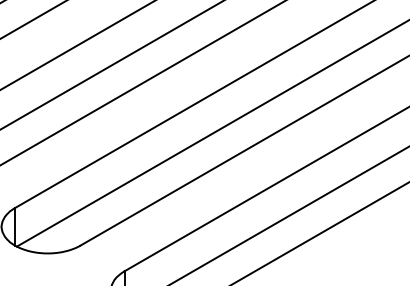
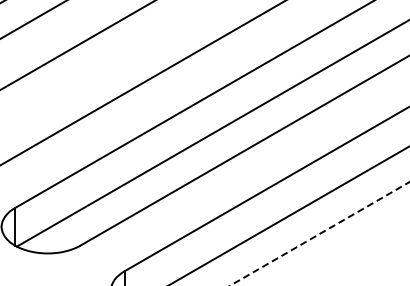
line at (111, 65): present -> none
line at (319, 233): solid -> dashed
